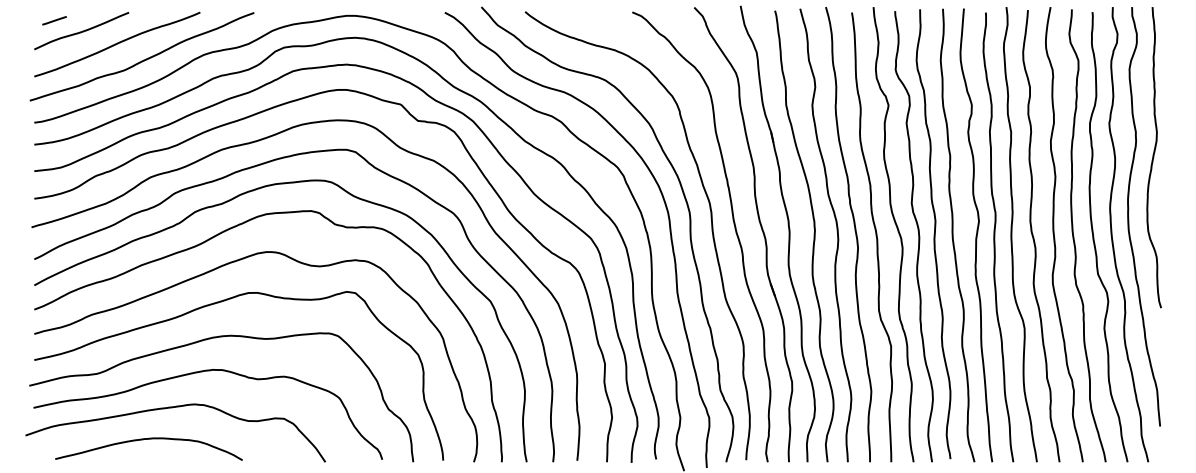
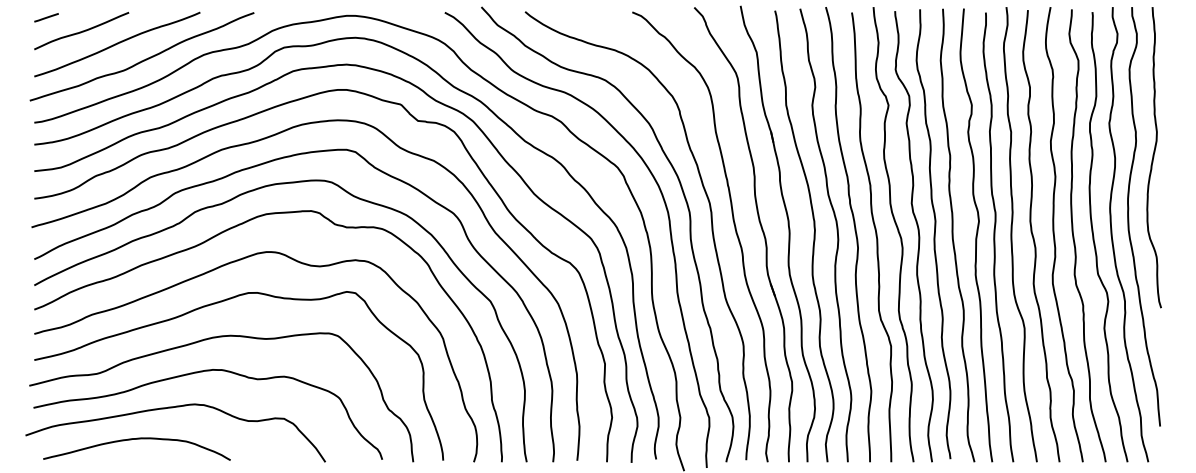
line at (54, 20) position: (54, 20) -> (46, 17)
curve at (148, 439) position: (148, 439) -> (136, 439)
